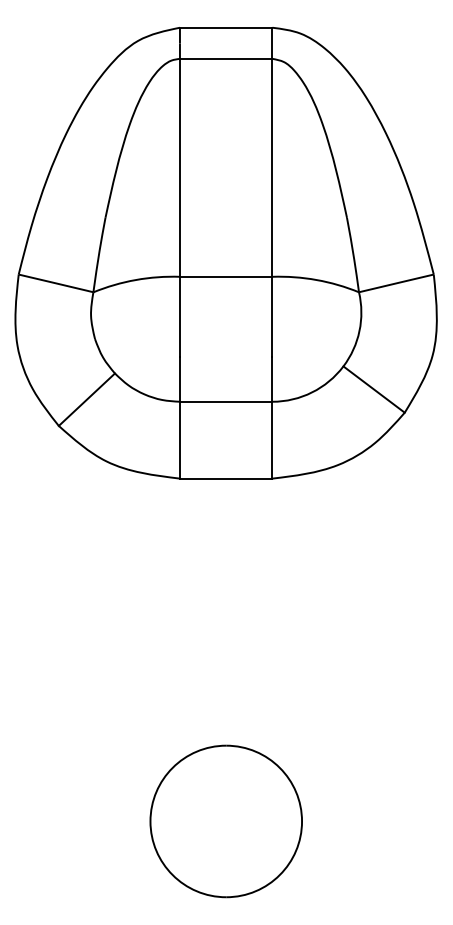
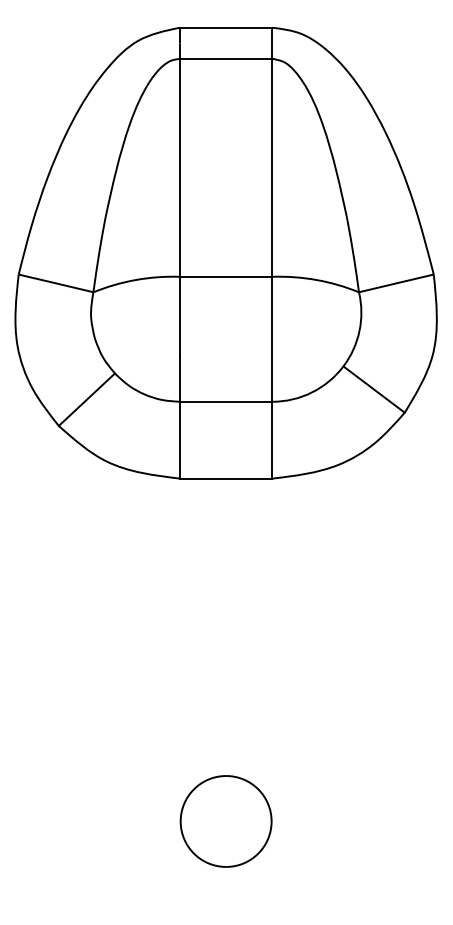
part at (225, 821) size: 154x155 px -> 94x93 px
